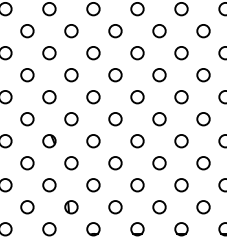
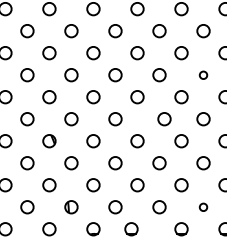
circle at (203, 75) size: 15x15 px -> 11x10 px
circle at (159, 119) position: (159, 119) -> (164, 119)
circle at (203, 207) size: 15x15 px -> 11x10 px
circle at (137, 229) position: (137, 229) -> (131, 229)
